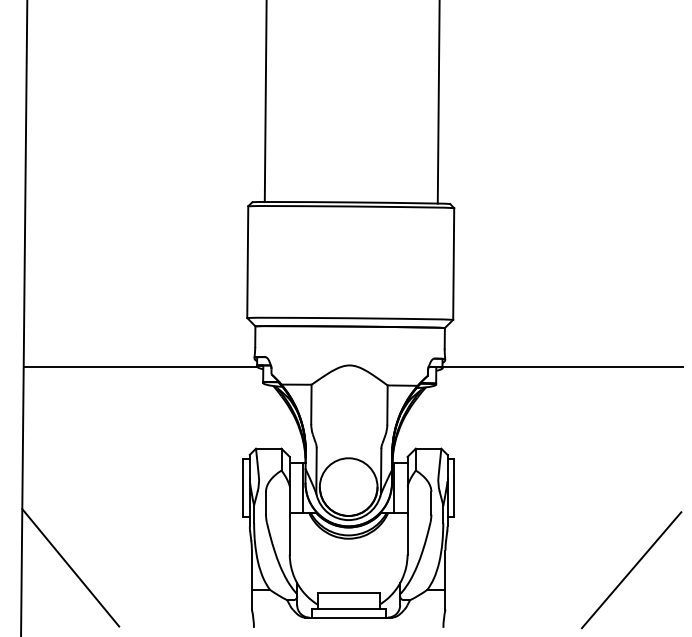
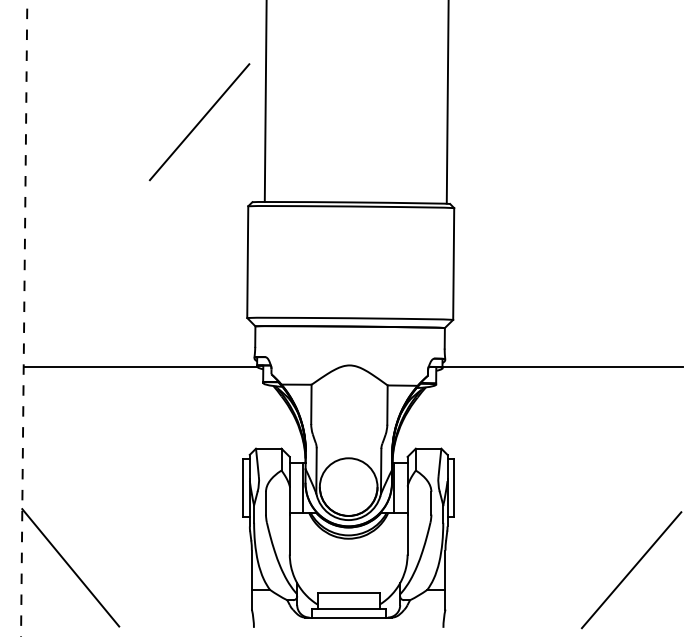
line at (438, 102) position: (438, 102) -> (447, 102)
line at (199, 122): none -> present
line at (24, 318): solid -> dashed
